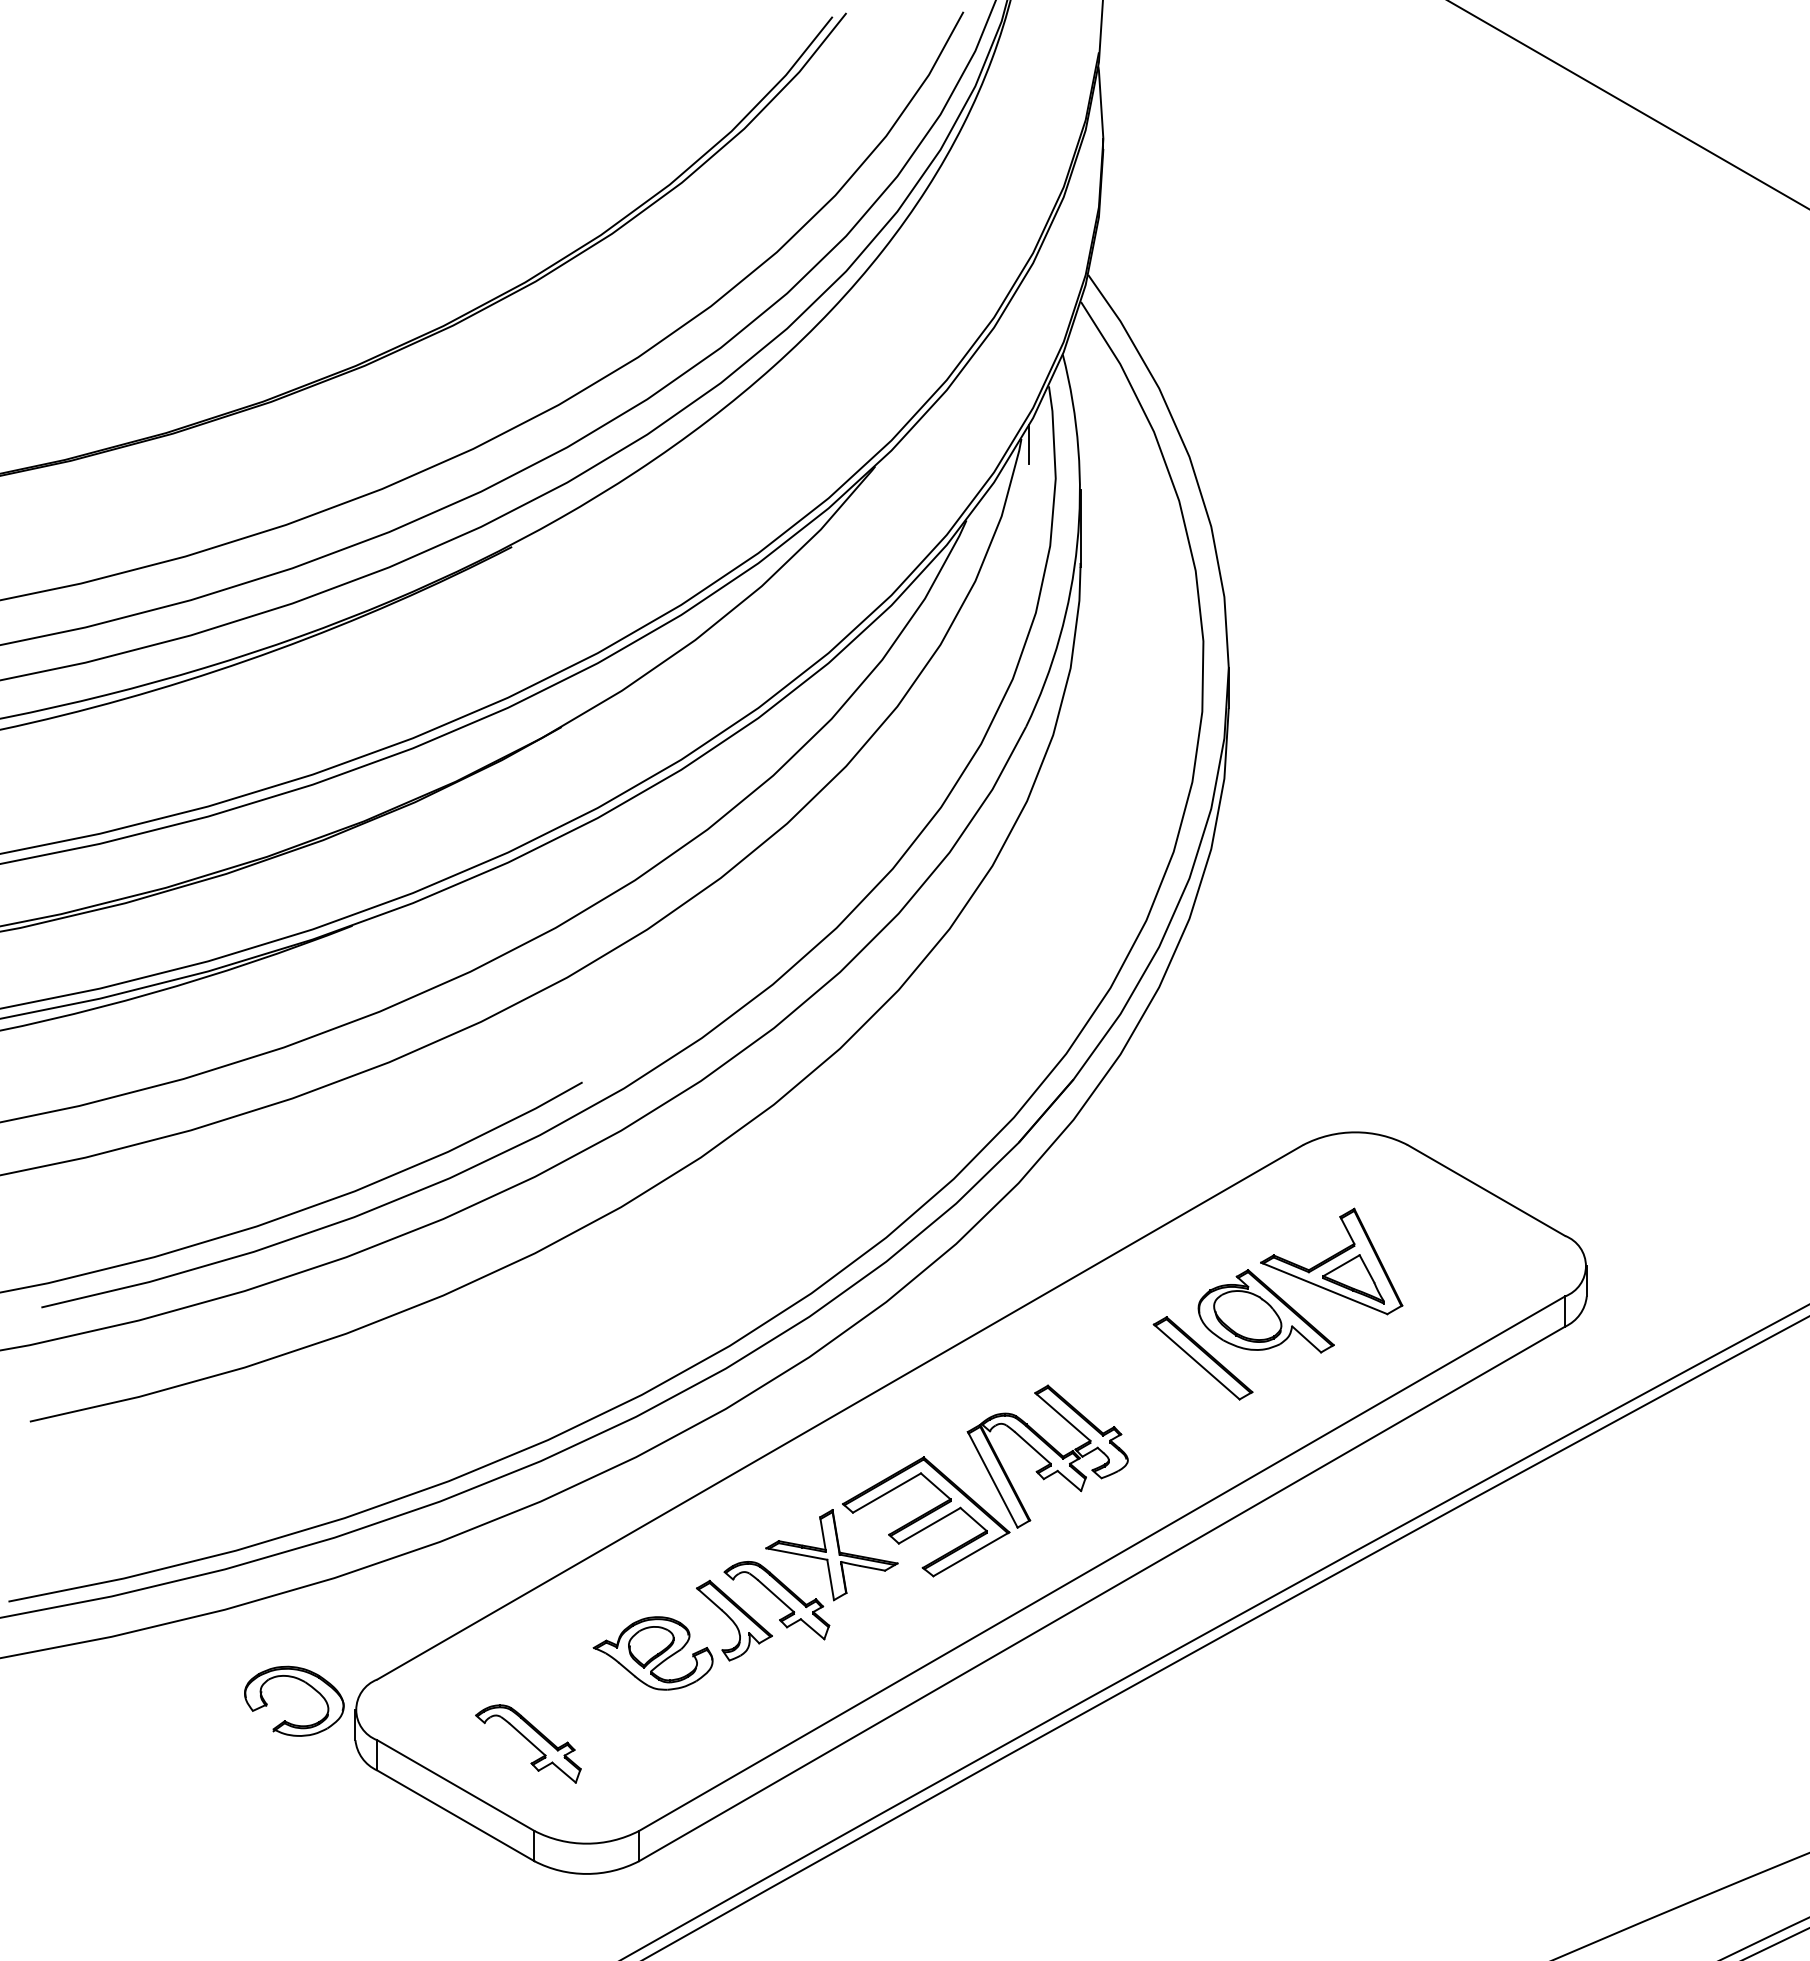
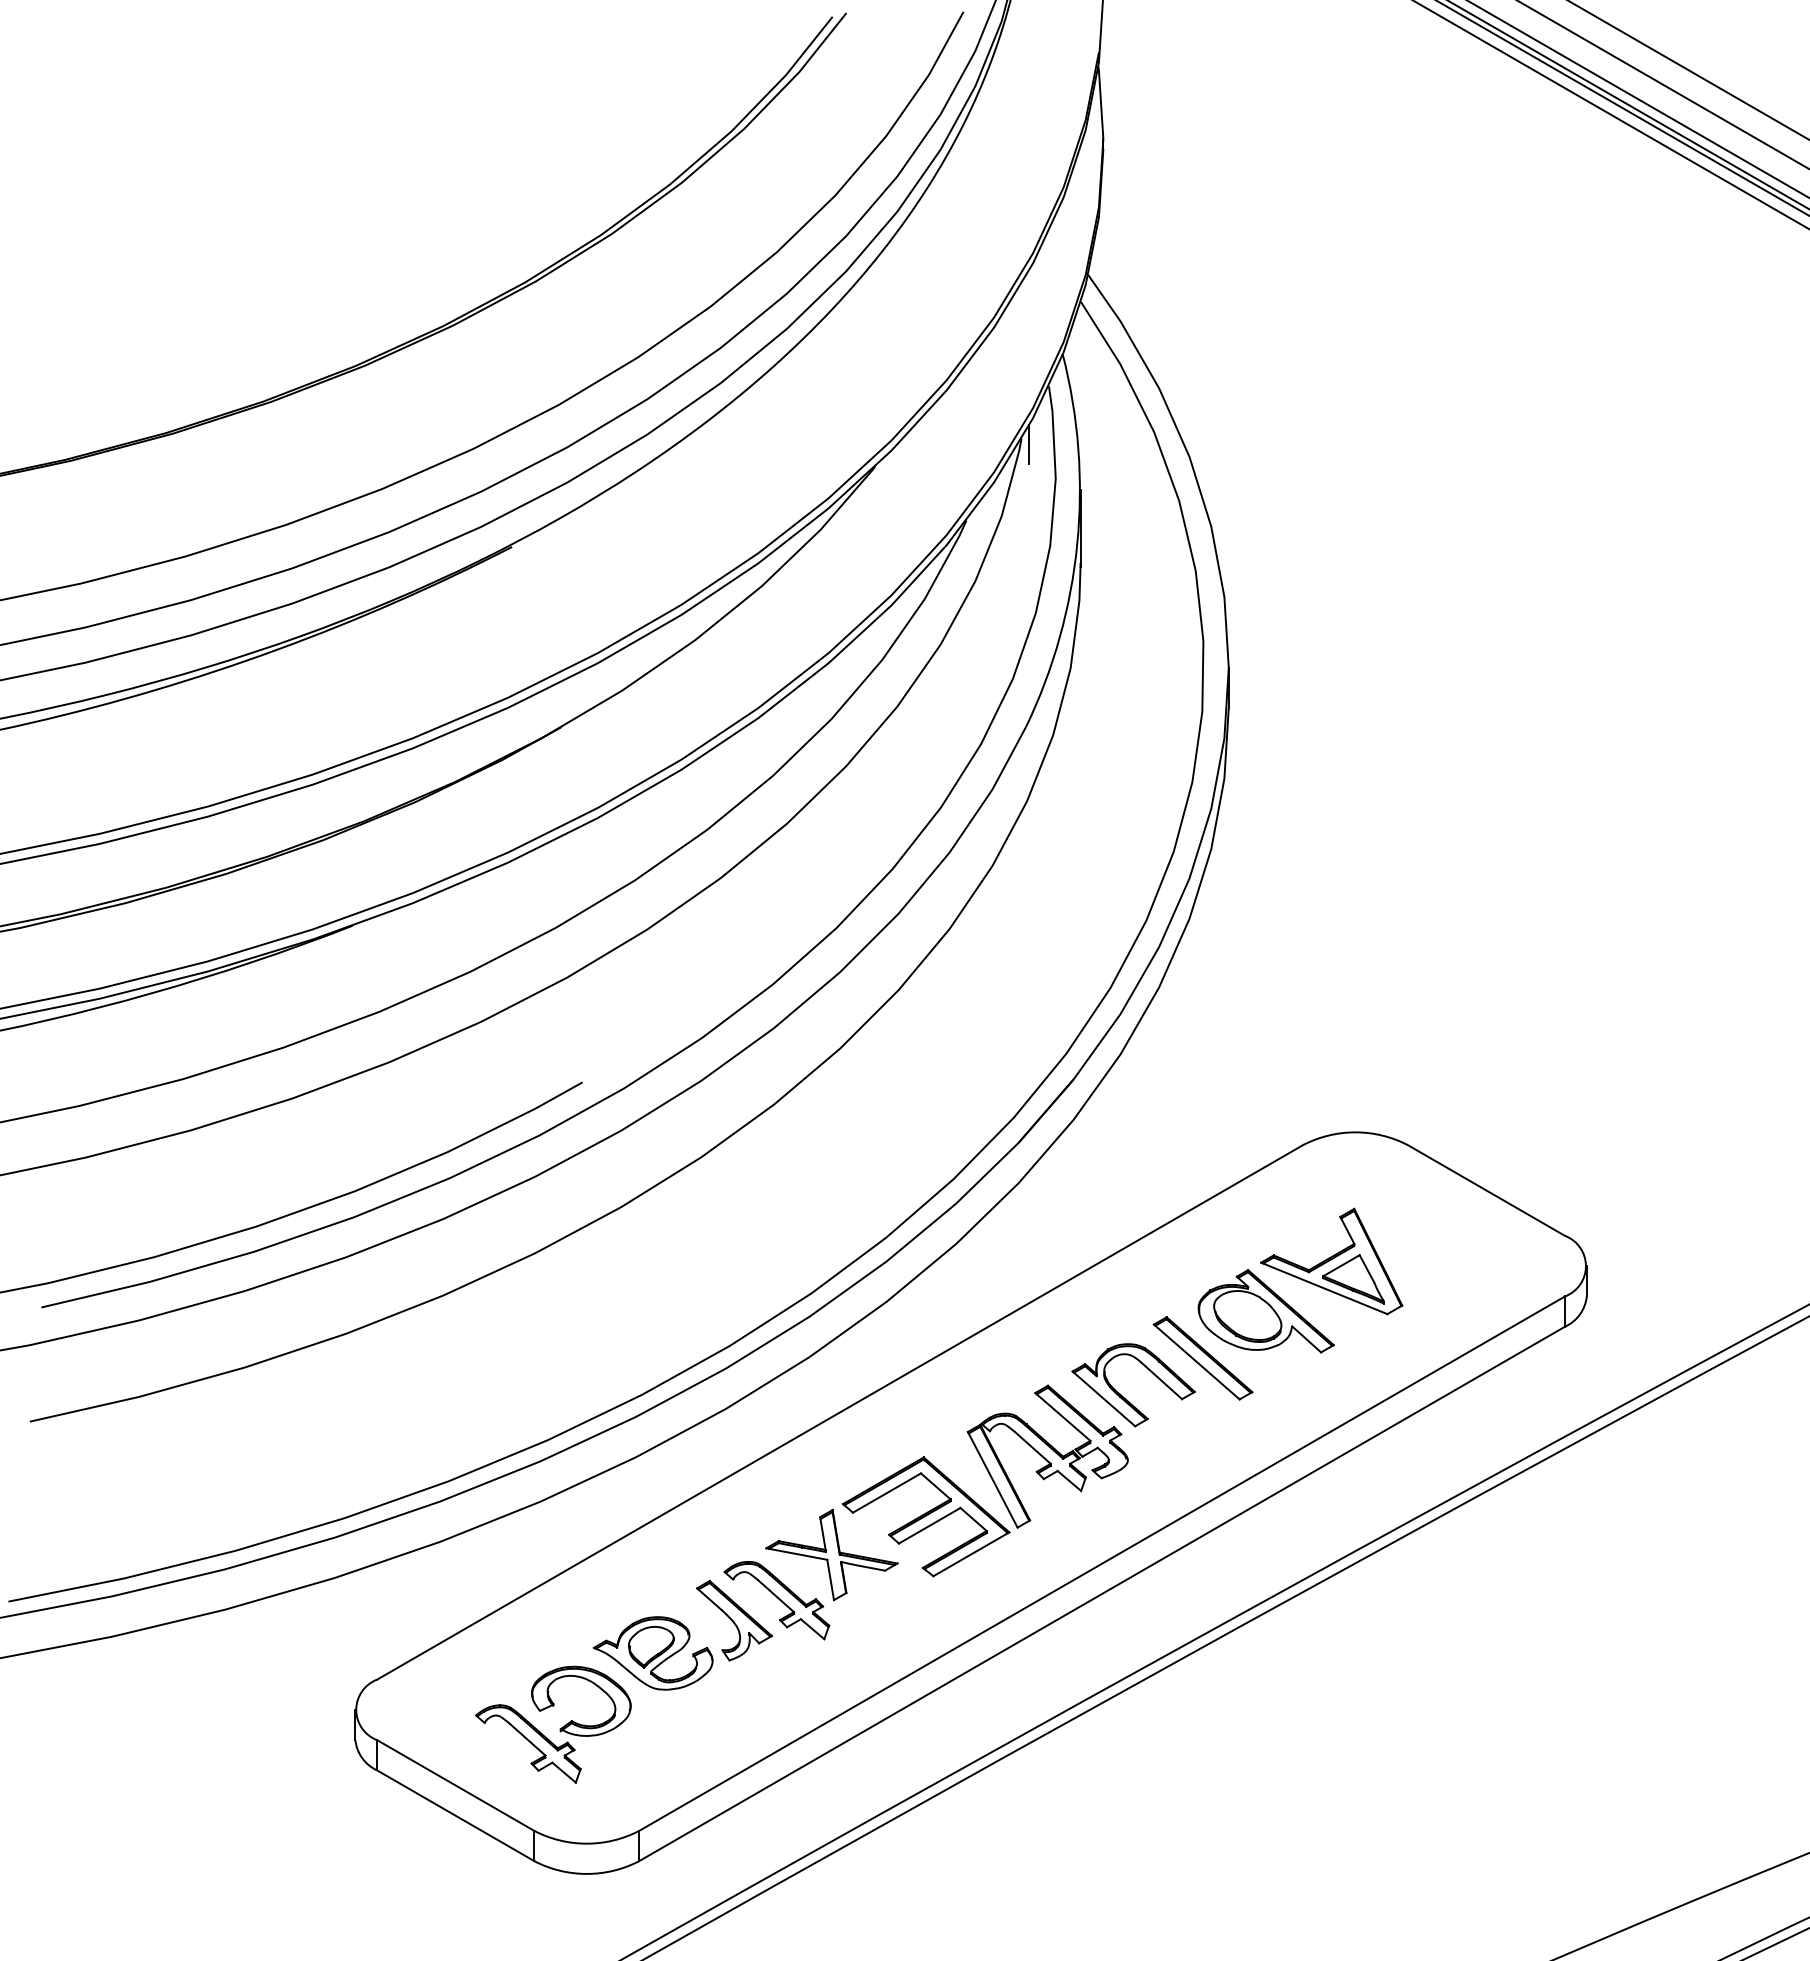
line at (1688, 70): none -> present
line at (1663, 84): none -> present
line at (1638, 99): none -> present
line at (1622, 108): none -> present
line at (1611, 114): none -> present
part at (1122, 1395): none -> present
part at (306, 1684) position: (306, 1684) -> (593, 1684)
